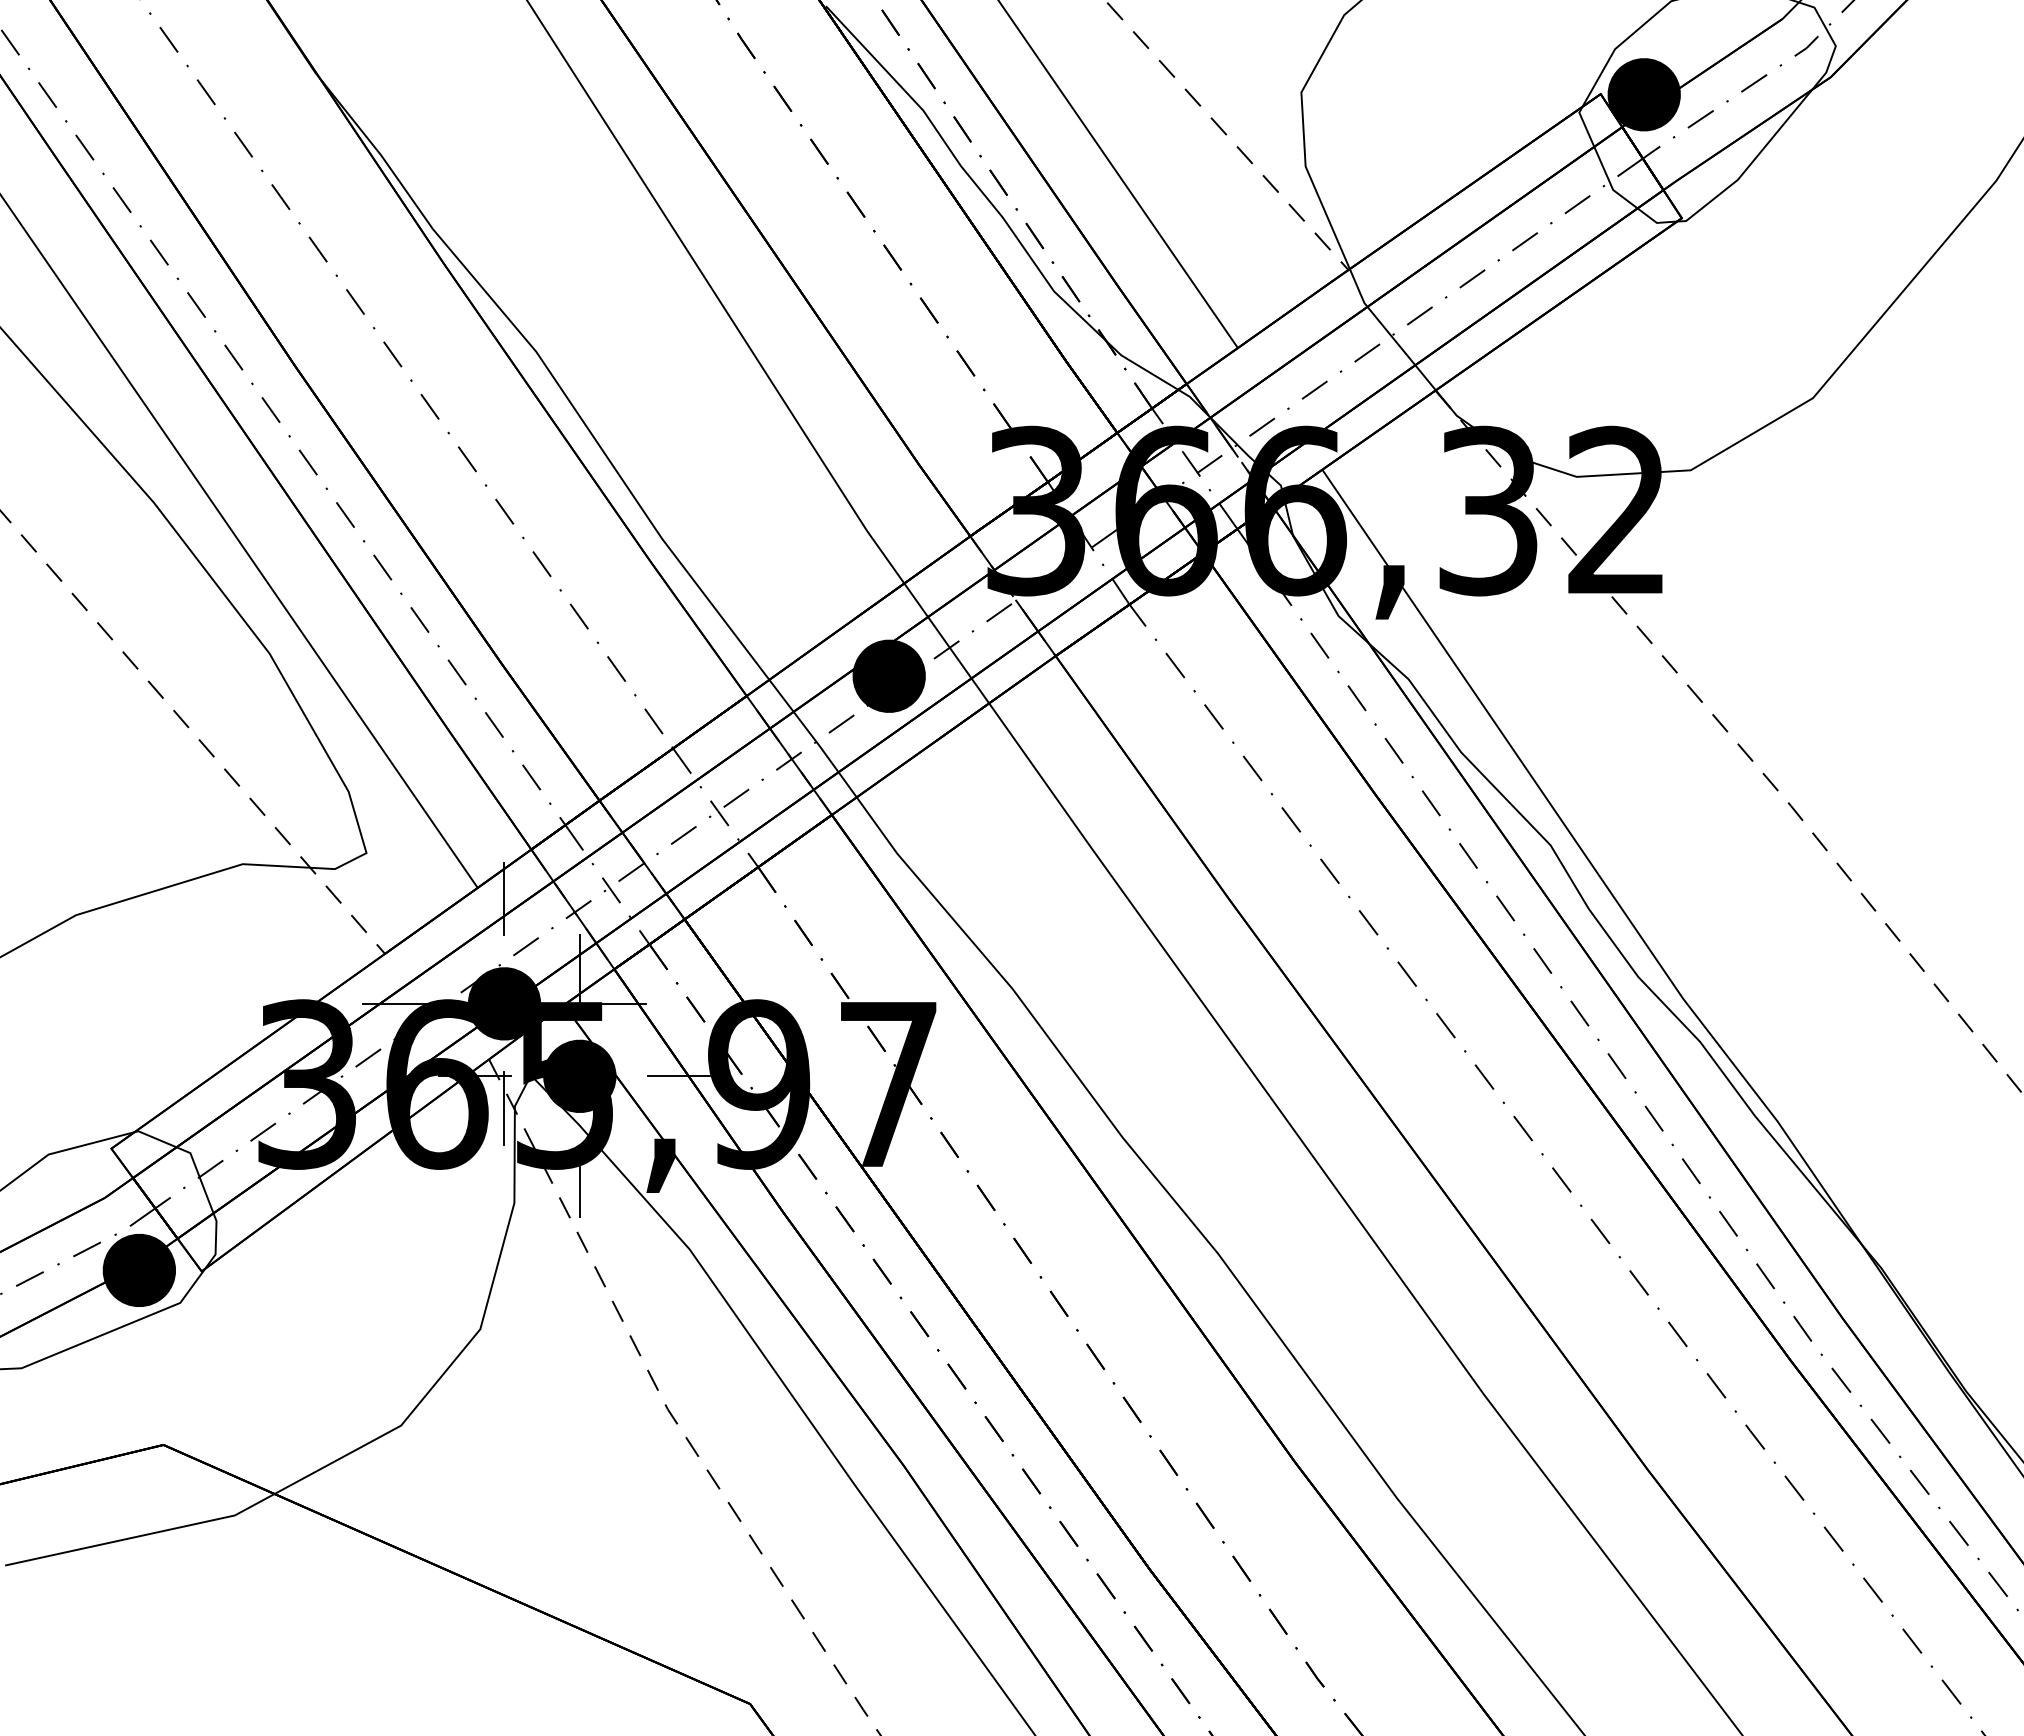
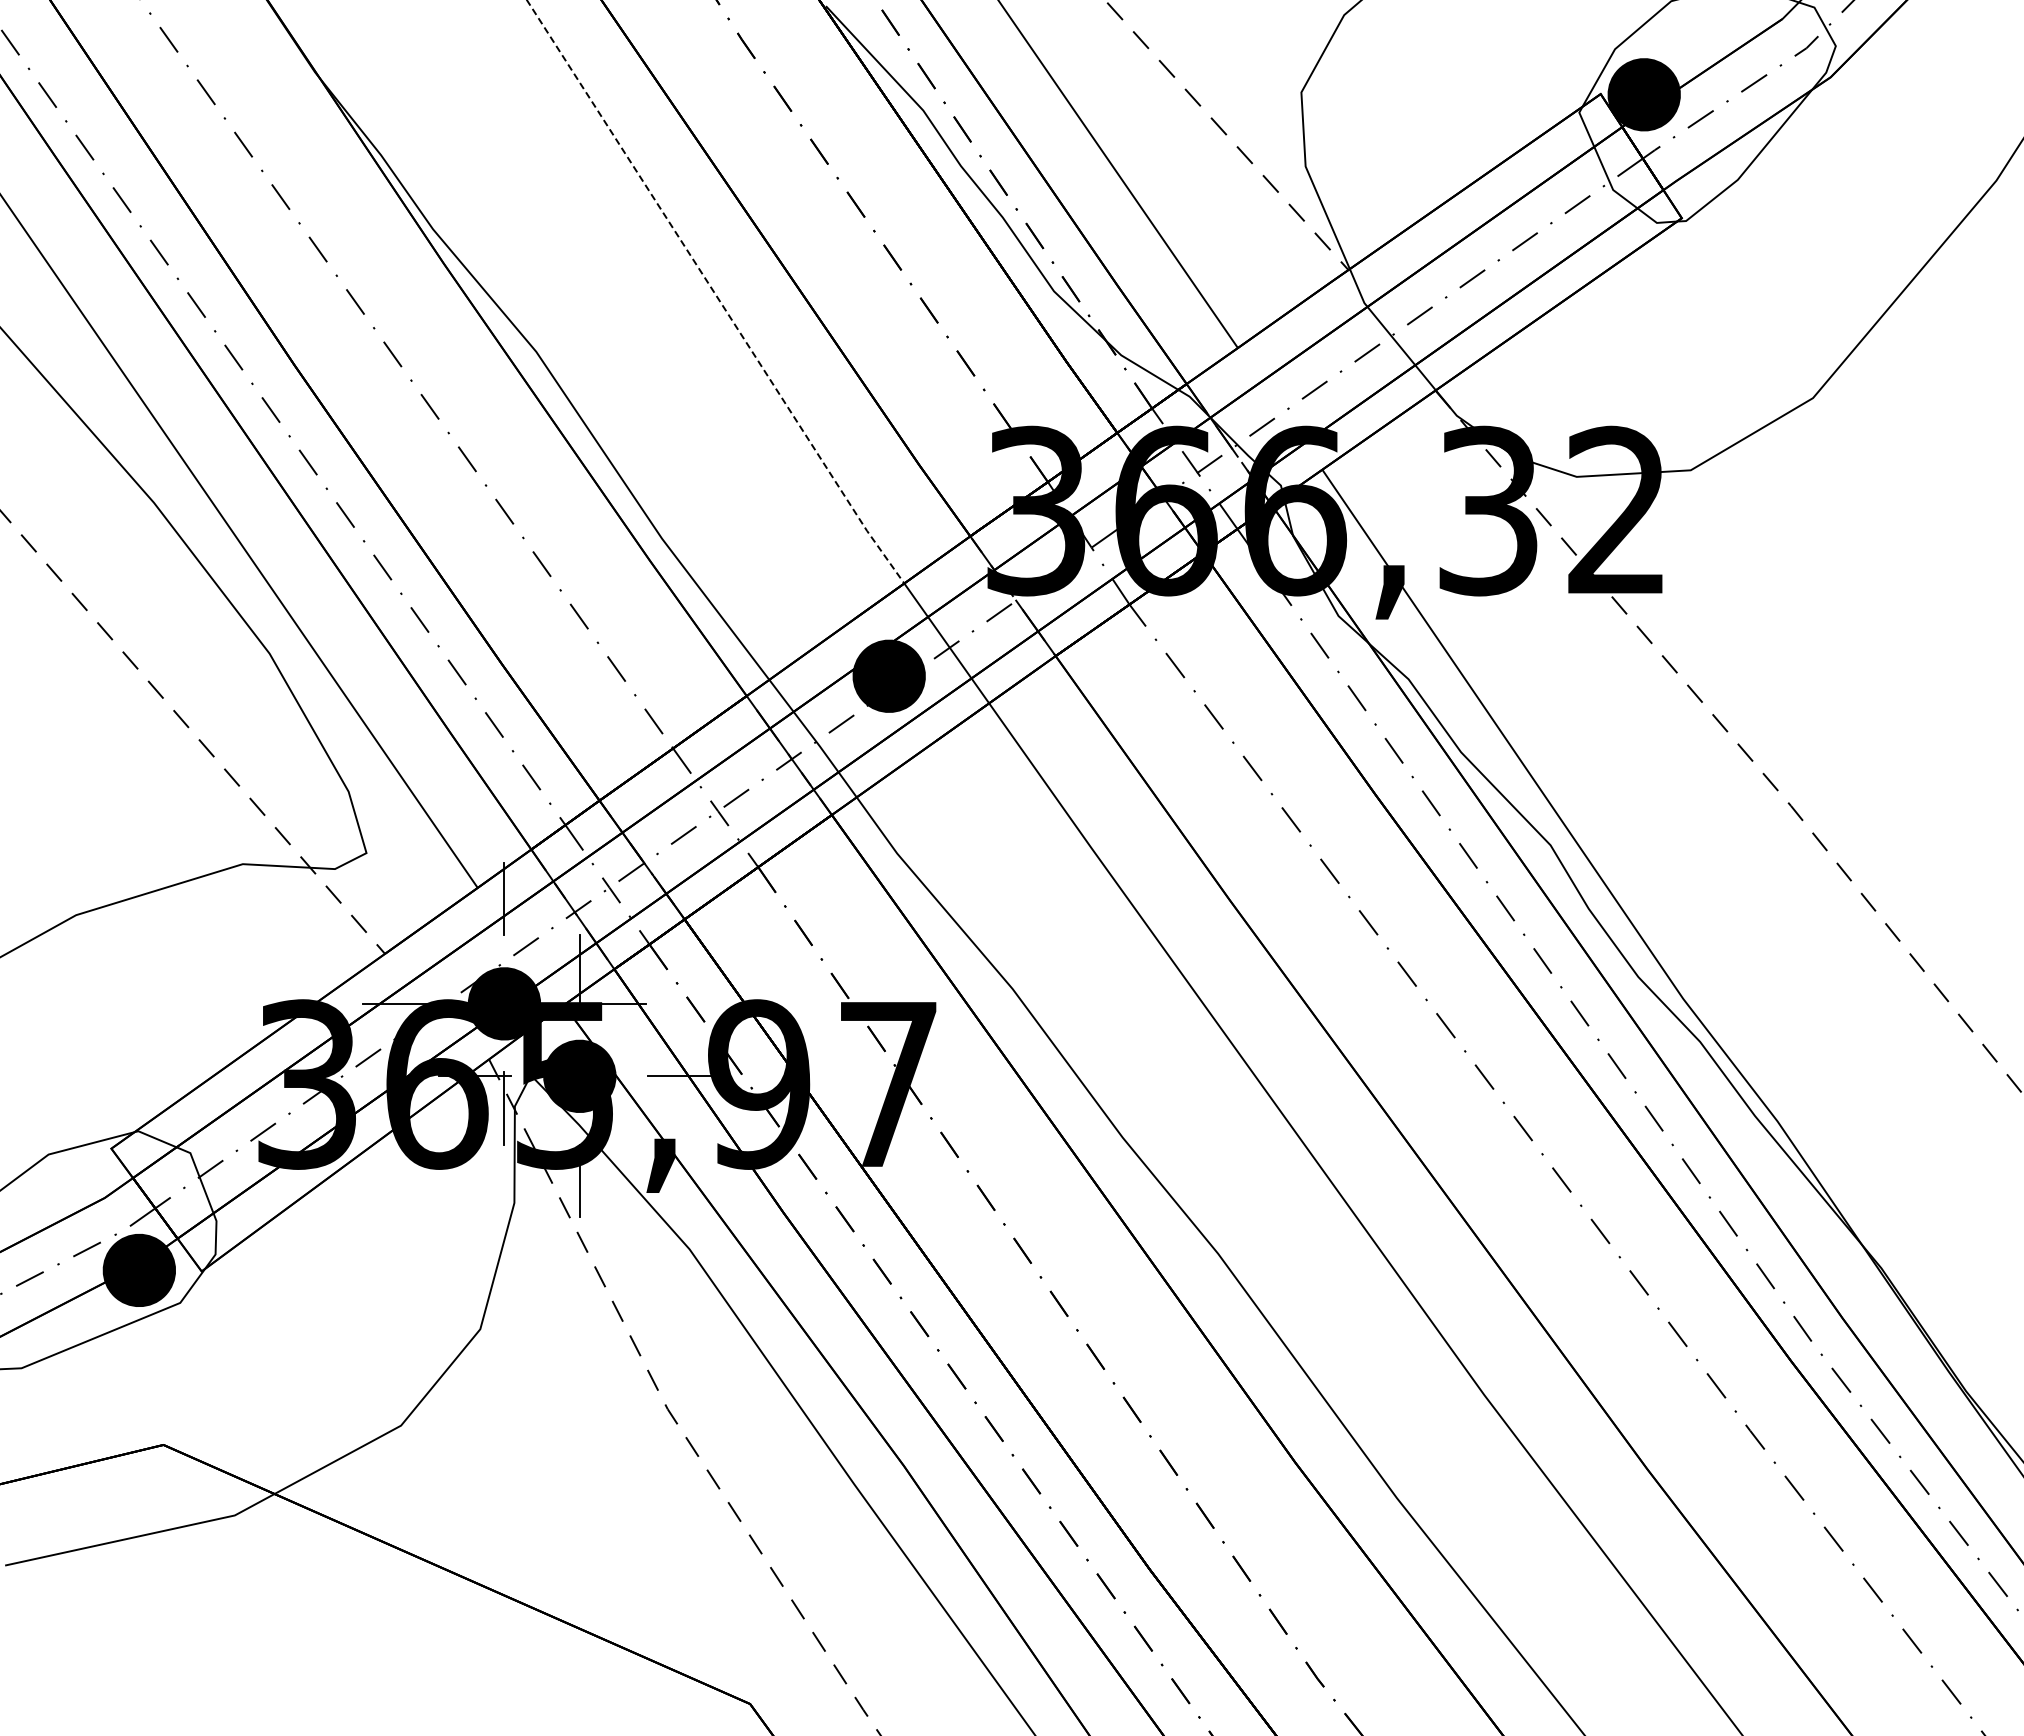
line at (715, 293): solid -> dashed
